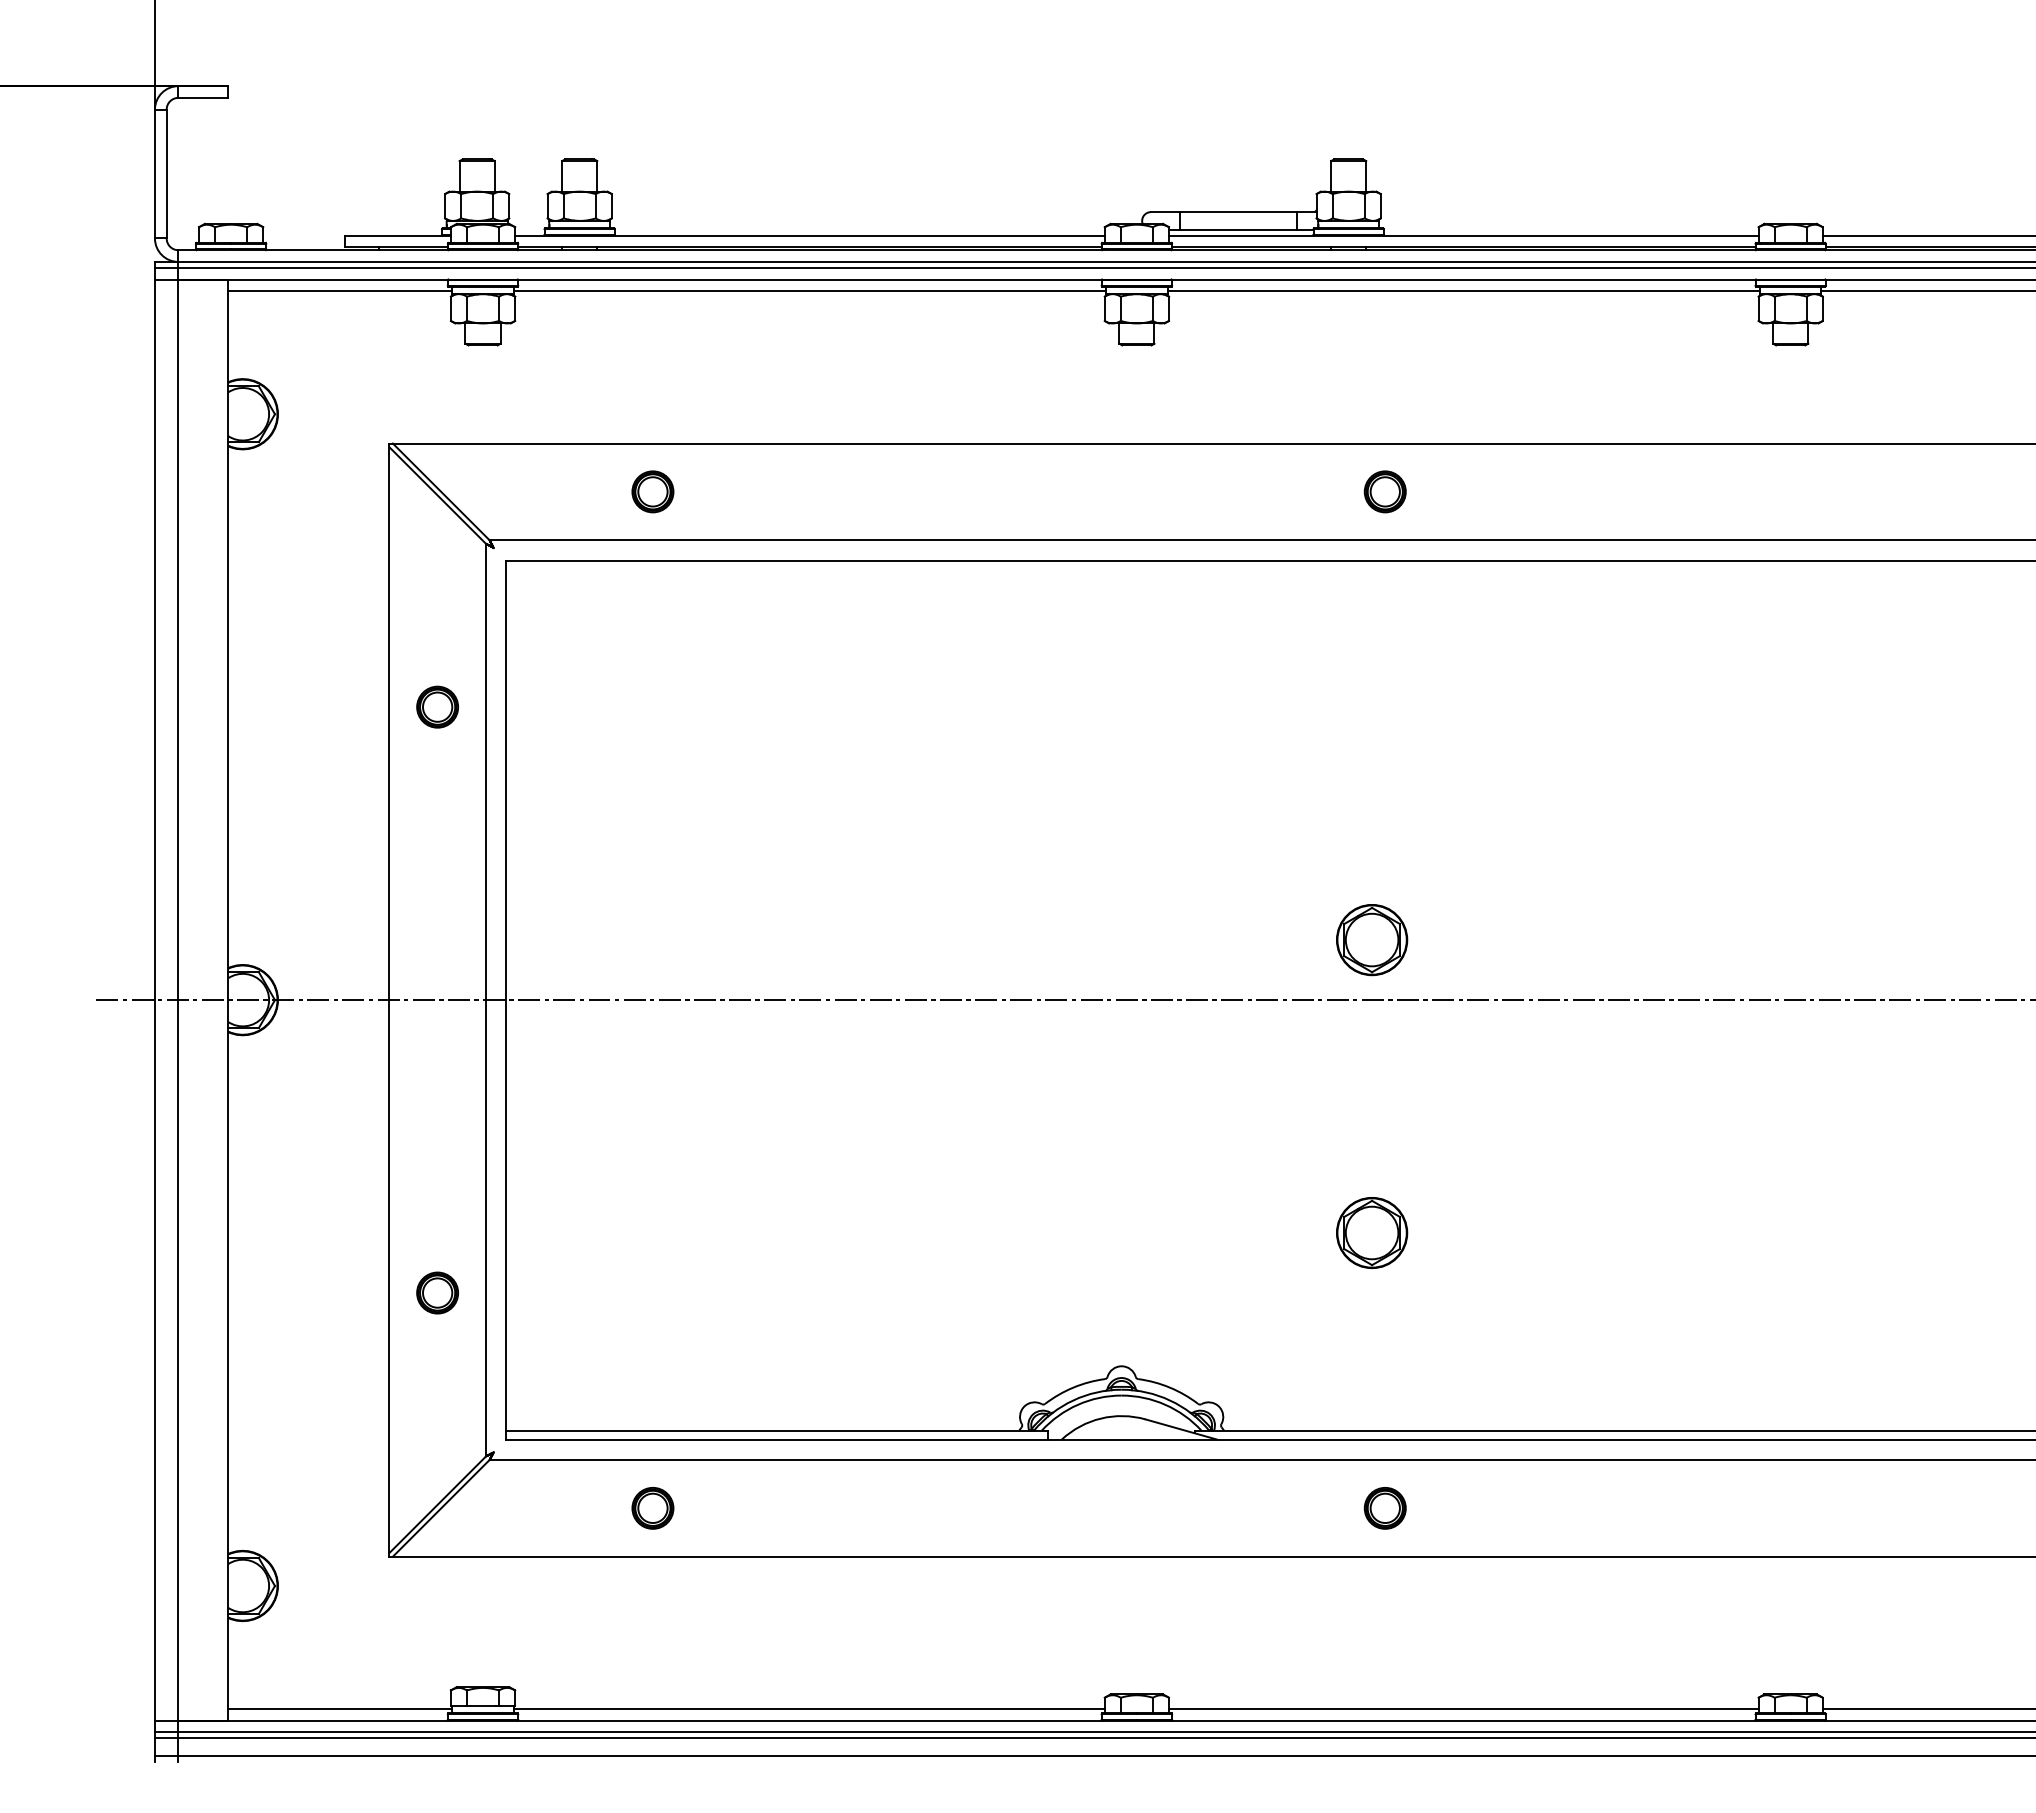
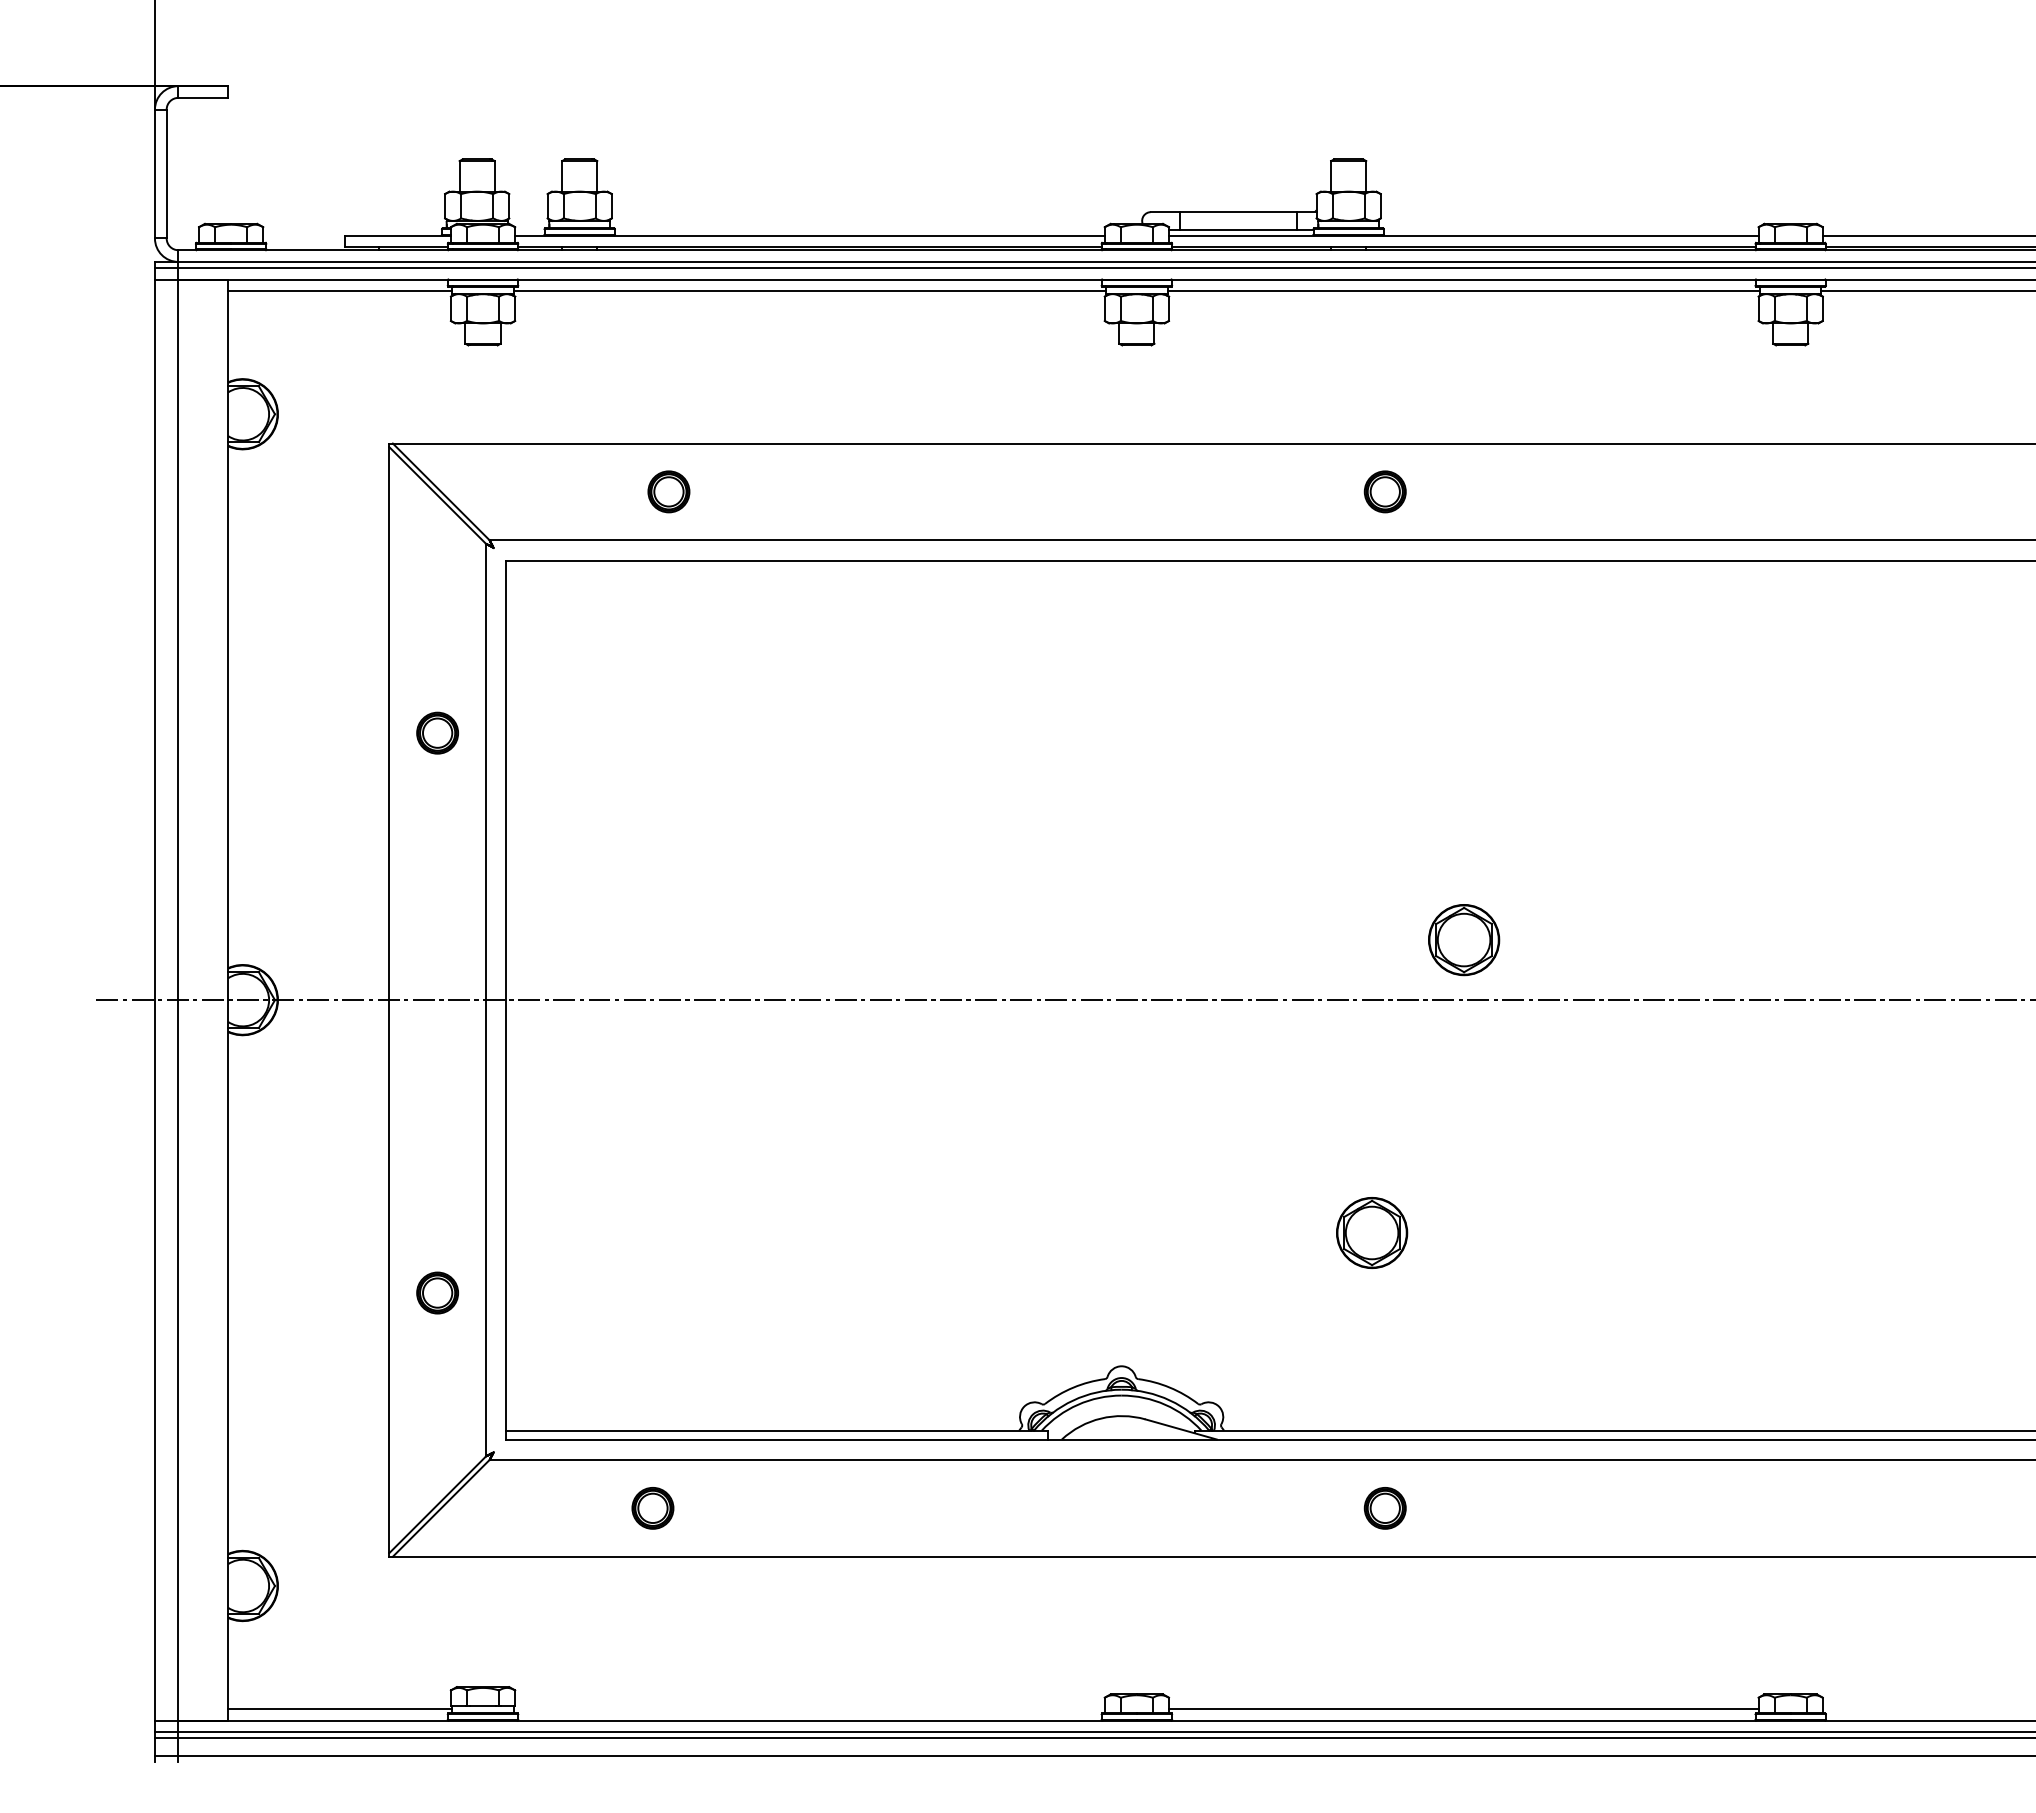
part at (652, 491) position: (652, 491) -> (668, 491)
part at (437, 706) position: (437, 706) -> (437, 732)
part at (1372, 940) position: (1372, 940) -> (1464, 940)
line at (808, 1709): present -> none
line at (1927, 1709): present -> none
